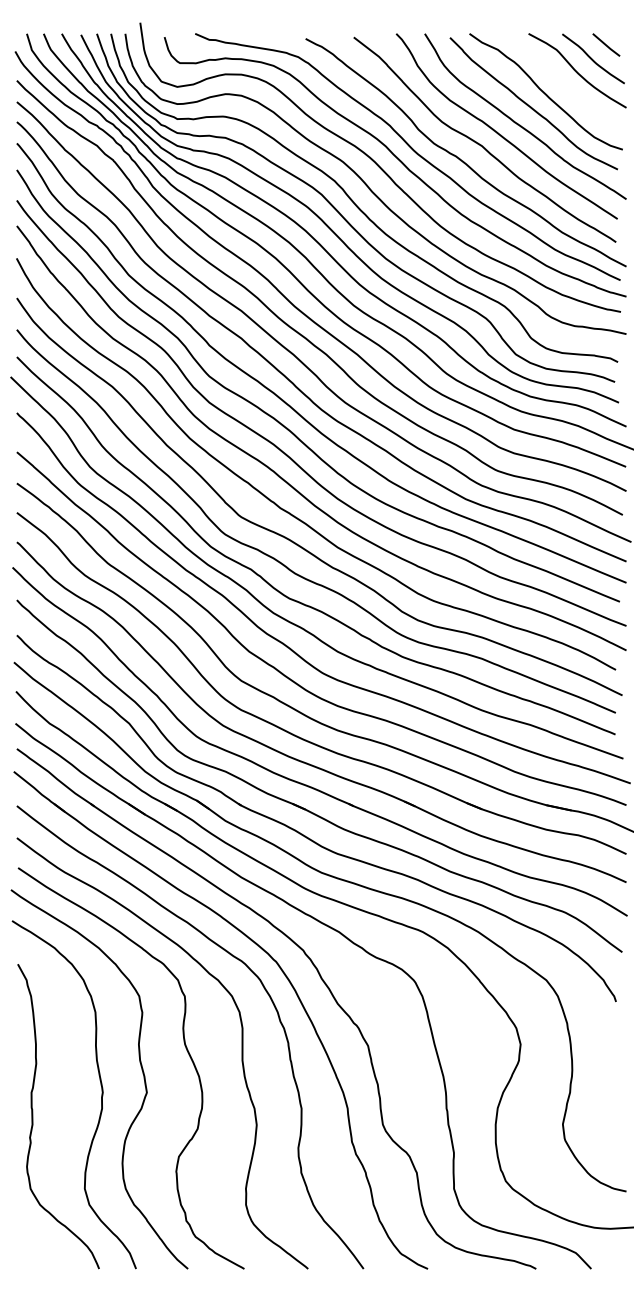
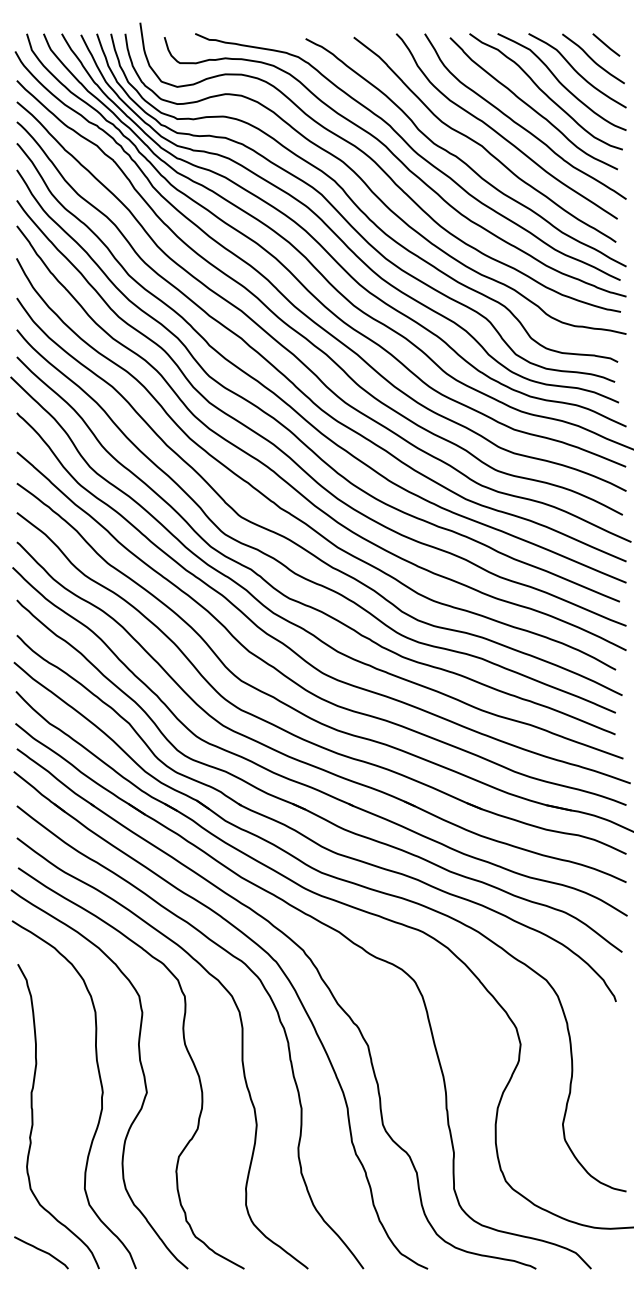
curve at (560, 81): none -> present
curve at (41, 1251): none -> present
